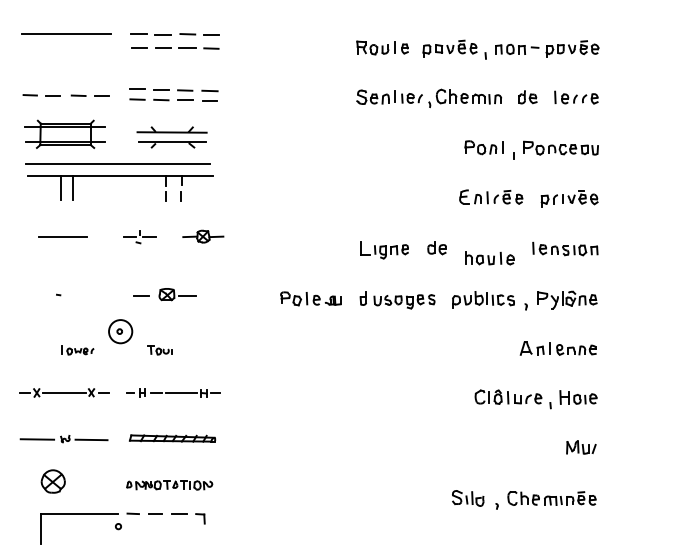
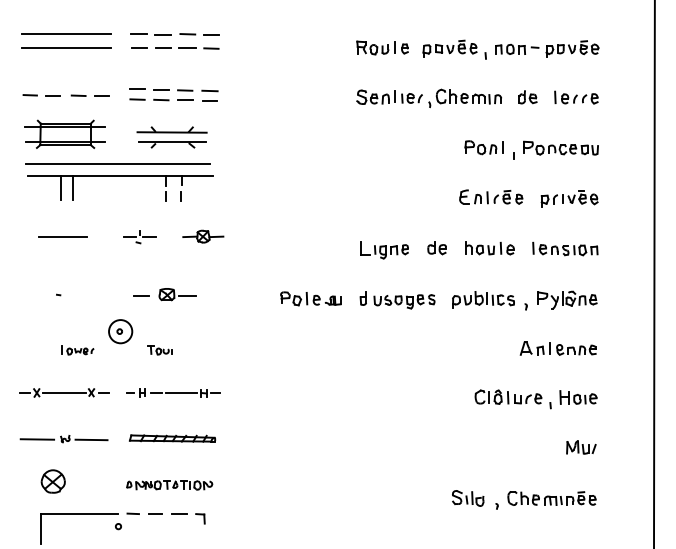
line at (65, 47): none -> present
part at (489, 258) position: (489, 258) -> (489, 248)
line at (654, 273): none -> present
